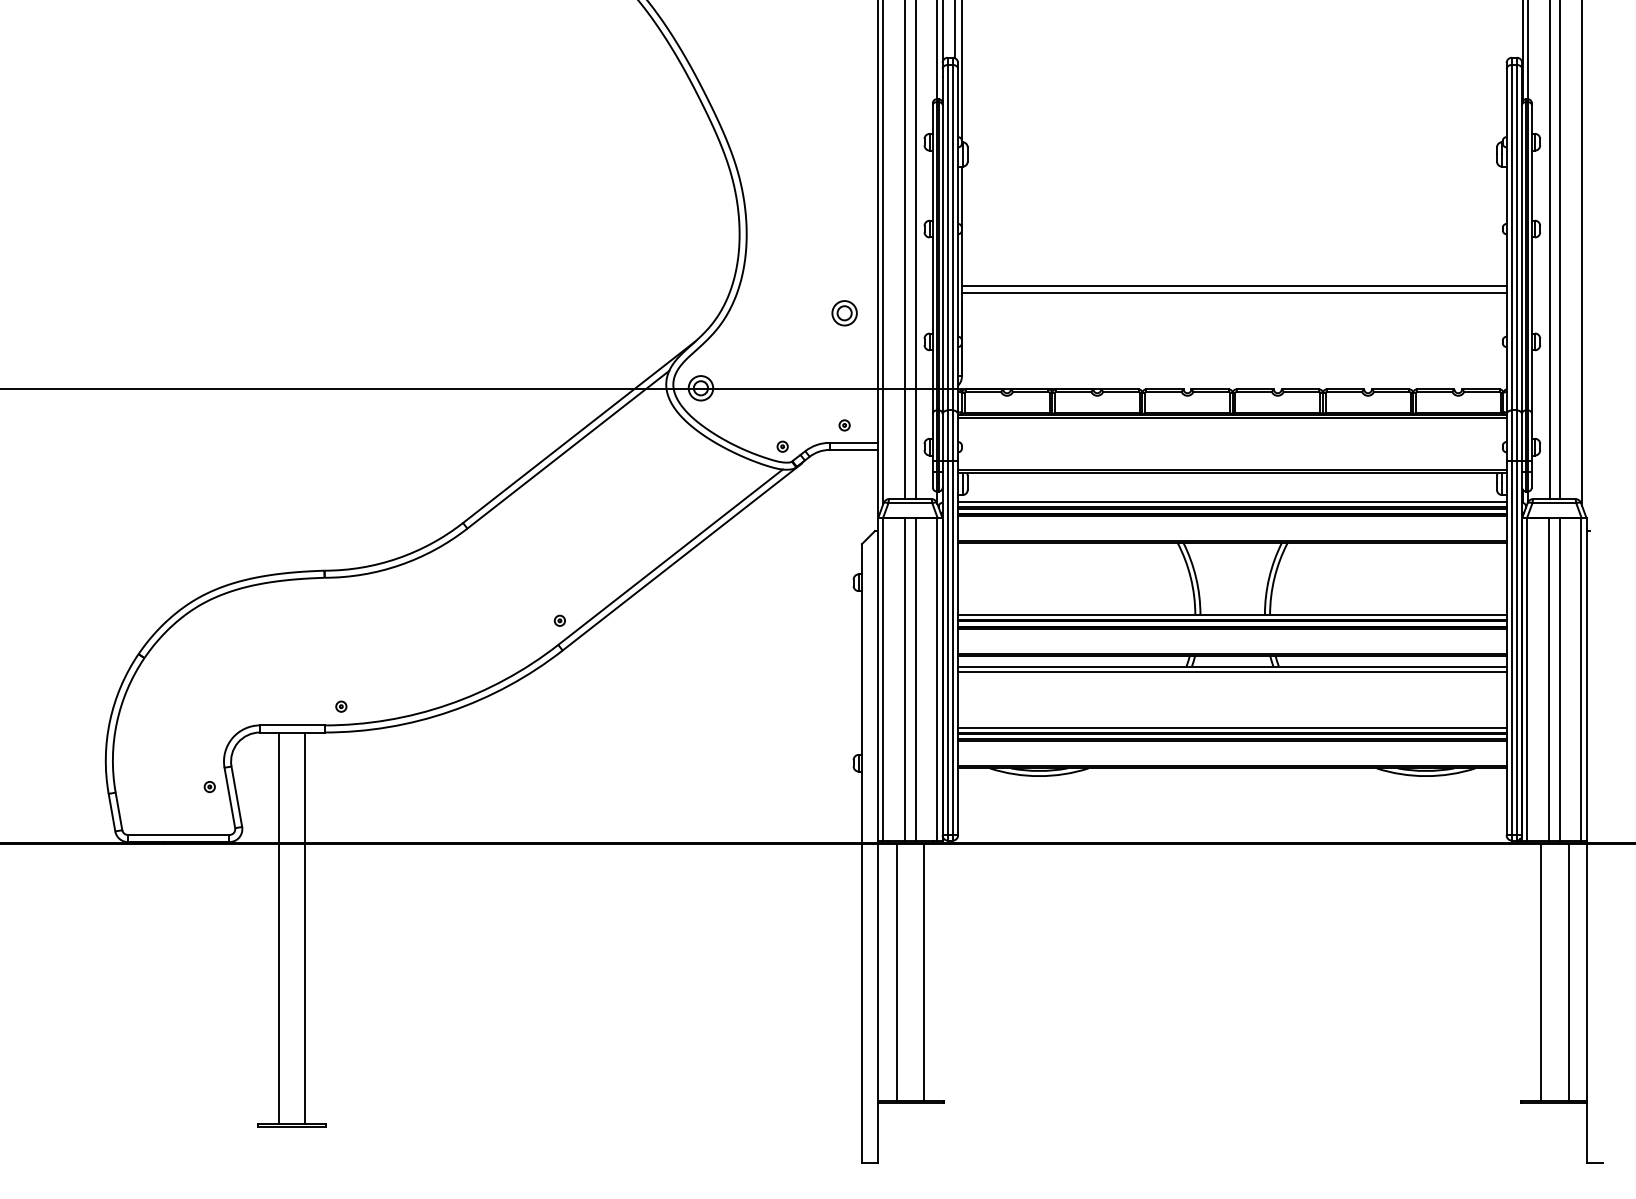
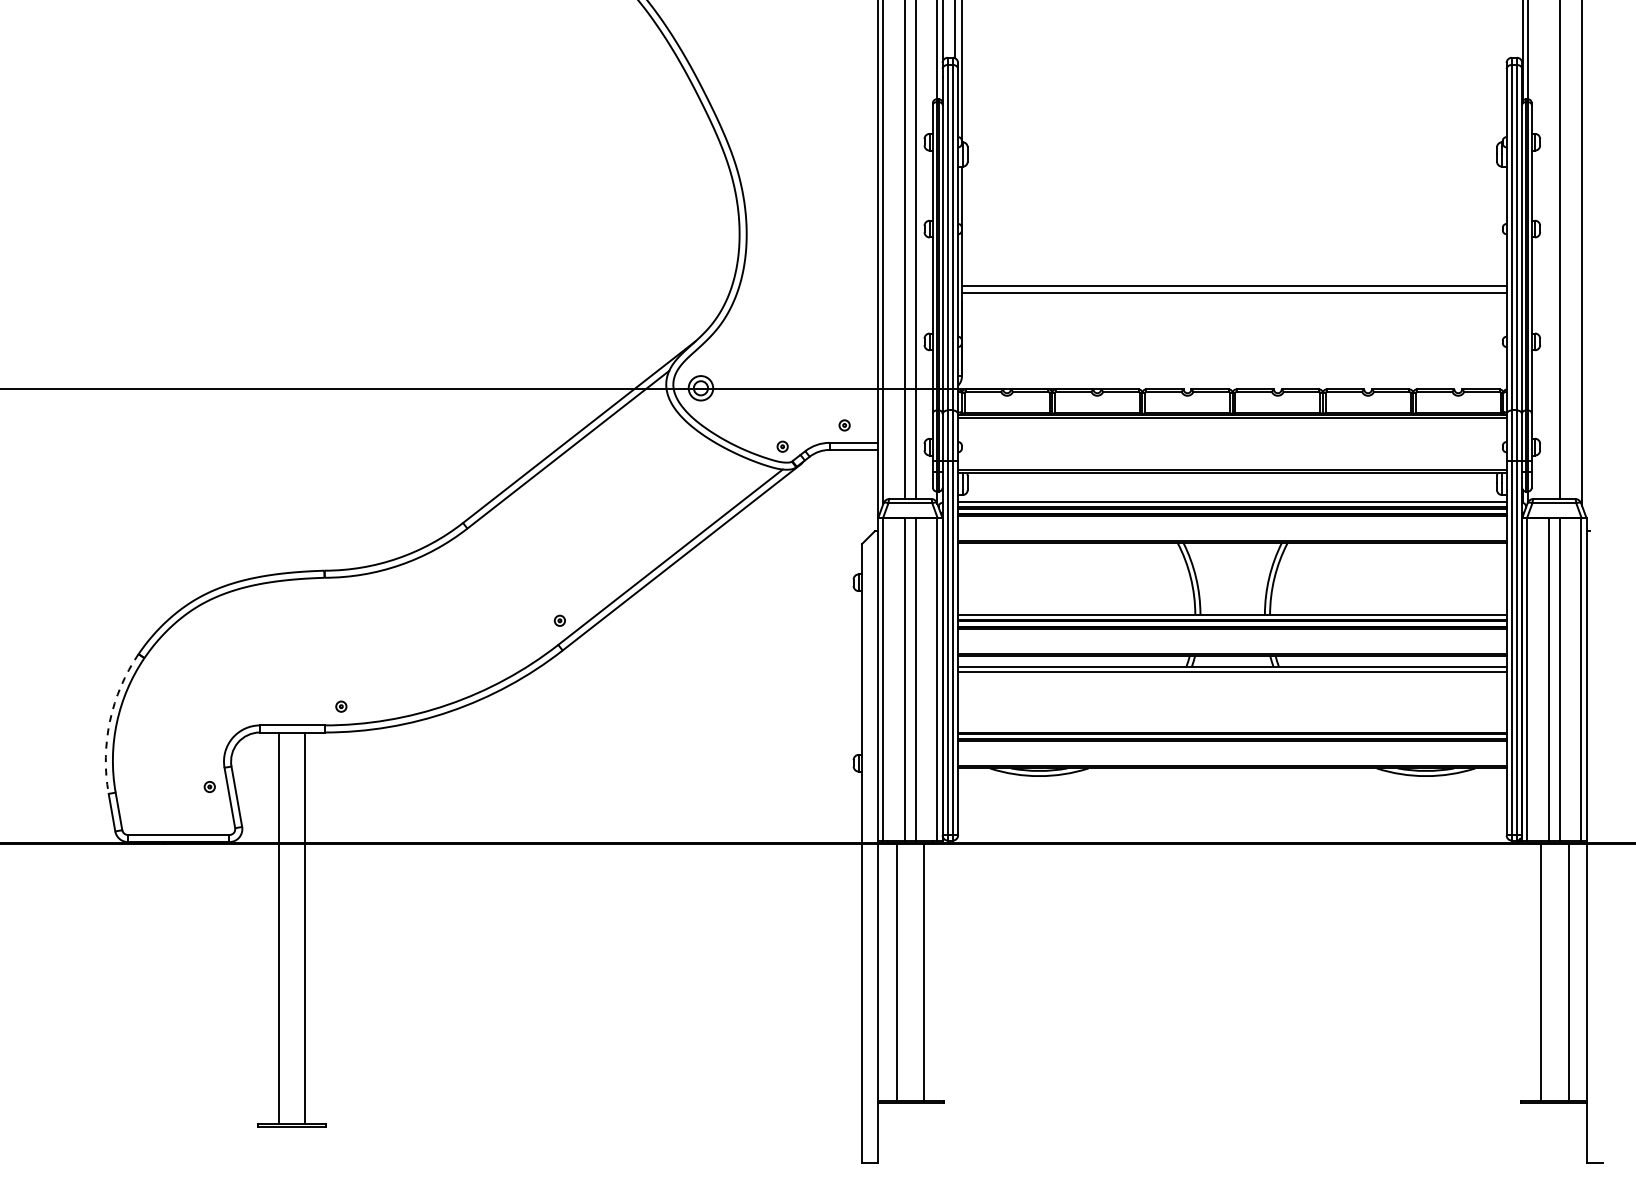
line at (1549, 250): present -> none
part at (844, 313): present -> none
arc at (110, 721): solid -> dashed
line at (1232, 727): present -> none
